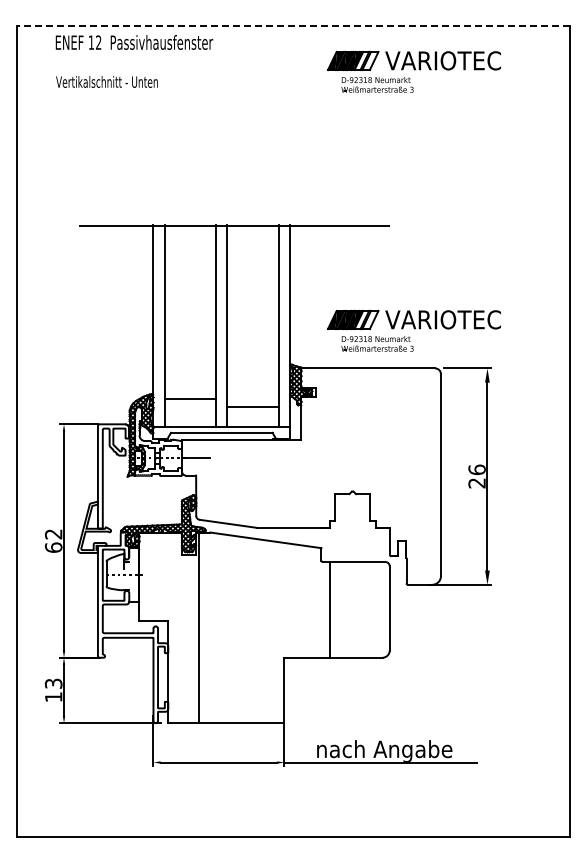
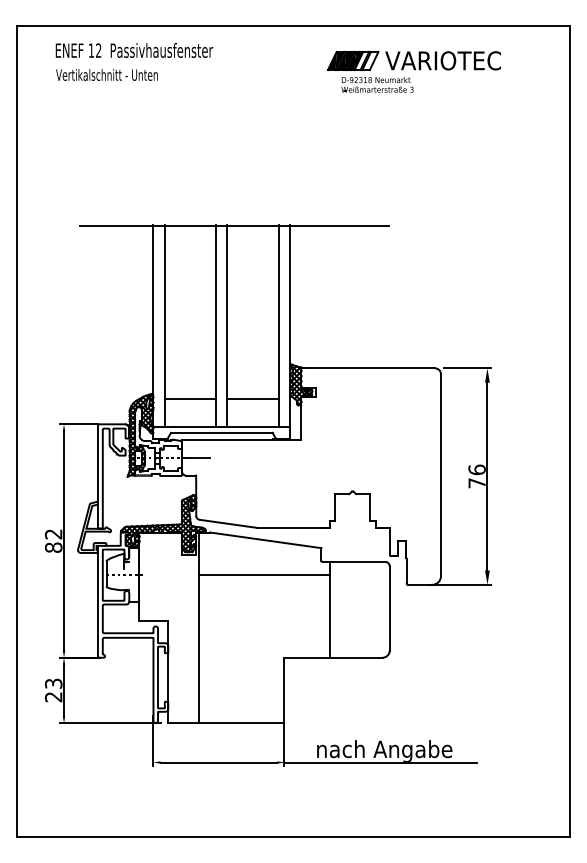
line at (293, 25): dashed -> solid
text at (134, 42) position: (134, 42) -> (134, 50)
text at (106, 81) position: (106, 81) -> (106, 74)
part at (413, 330): present -> none
line at (252, 406) position: (252, 406) -> (252, 398)
text at (476, 483): 26 -> 76
text at (53, 547): 62 -> 82
line at (264, 575): none -> present
text at (53, 697): 13 -> 23
